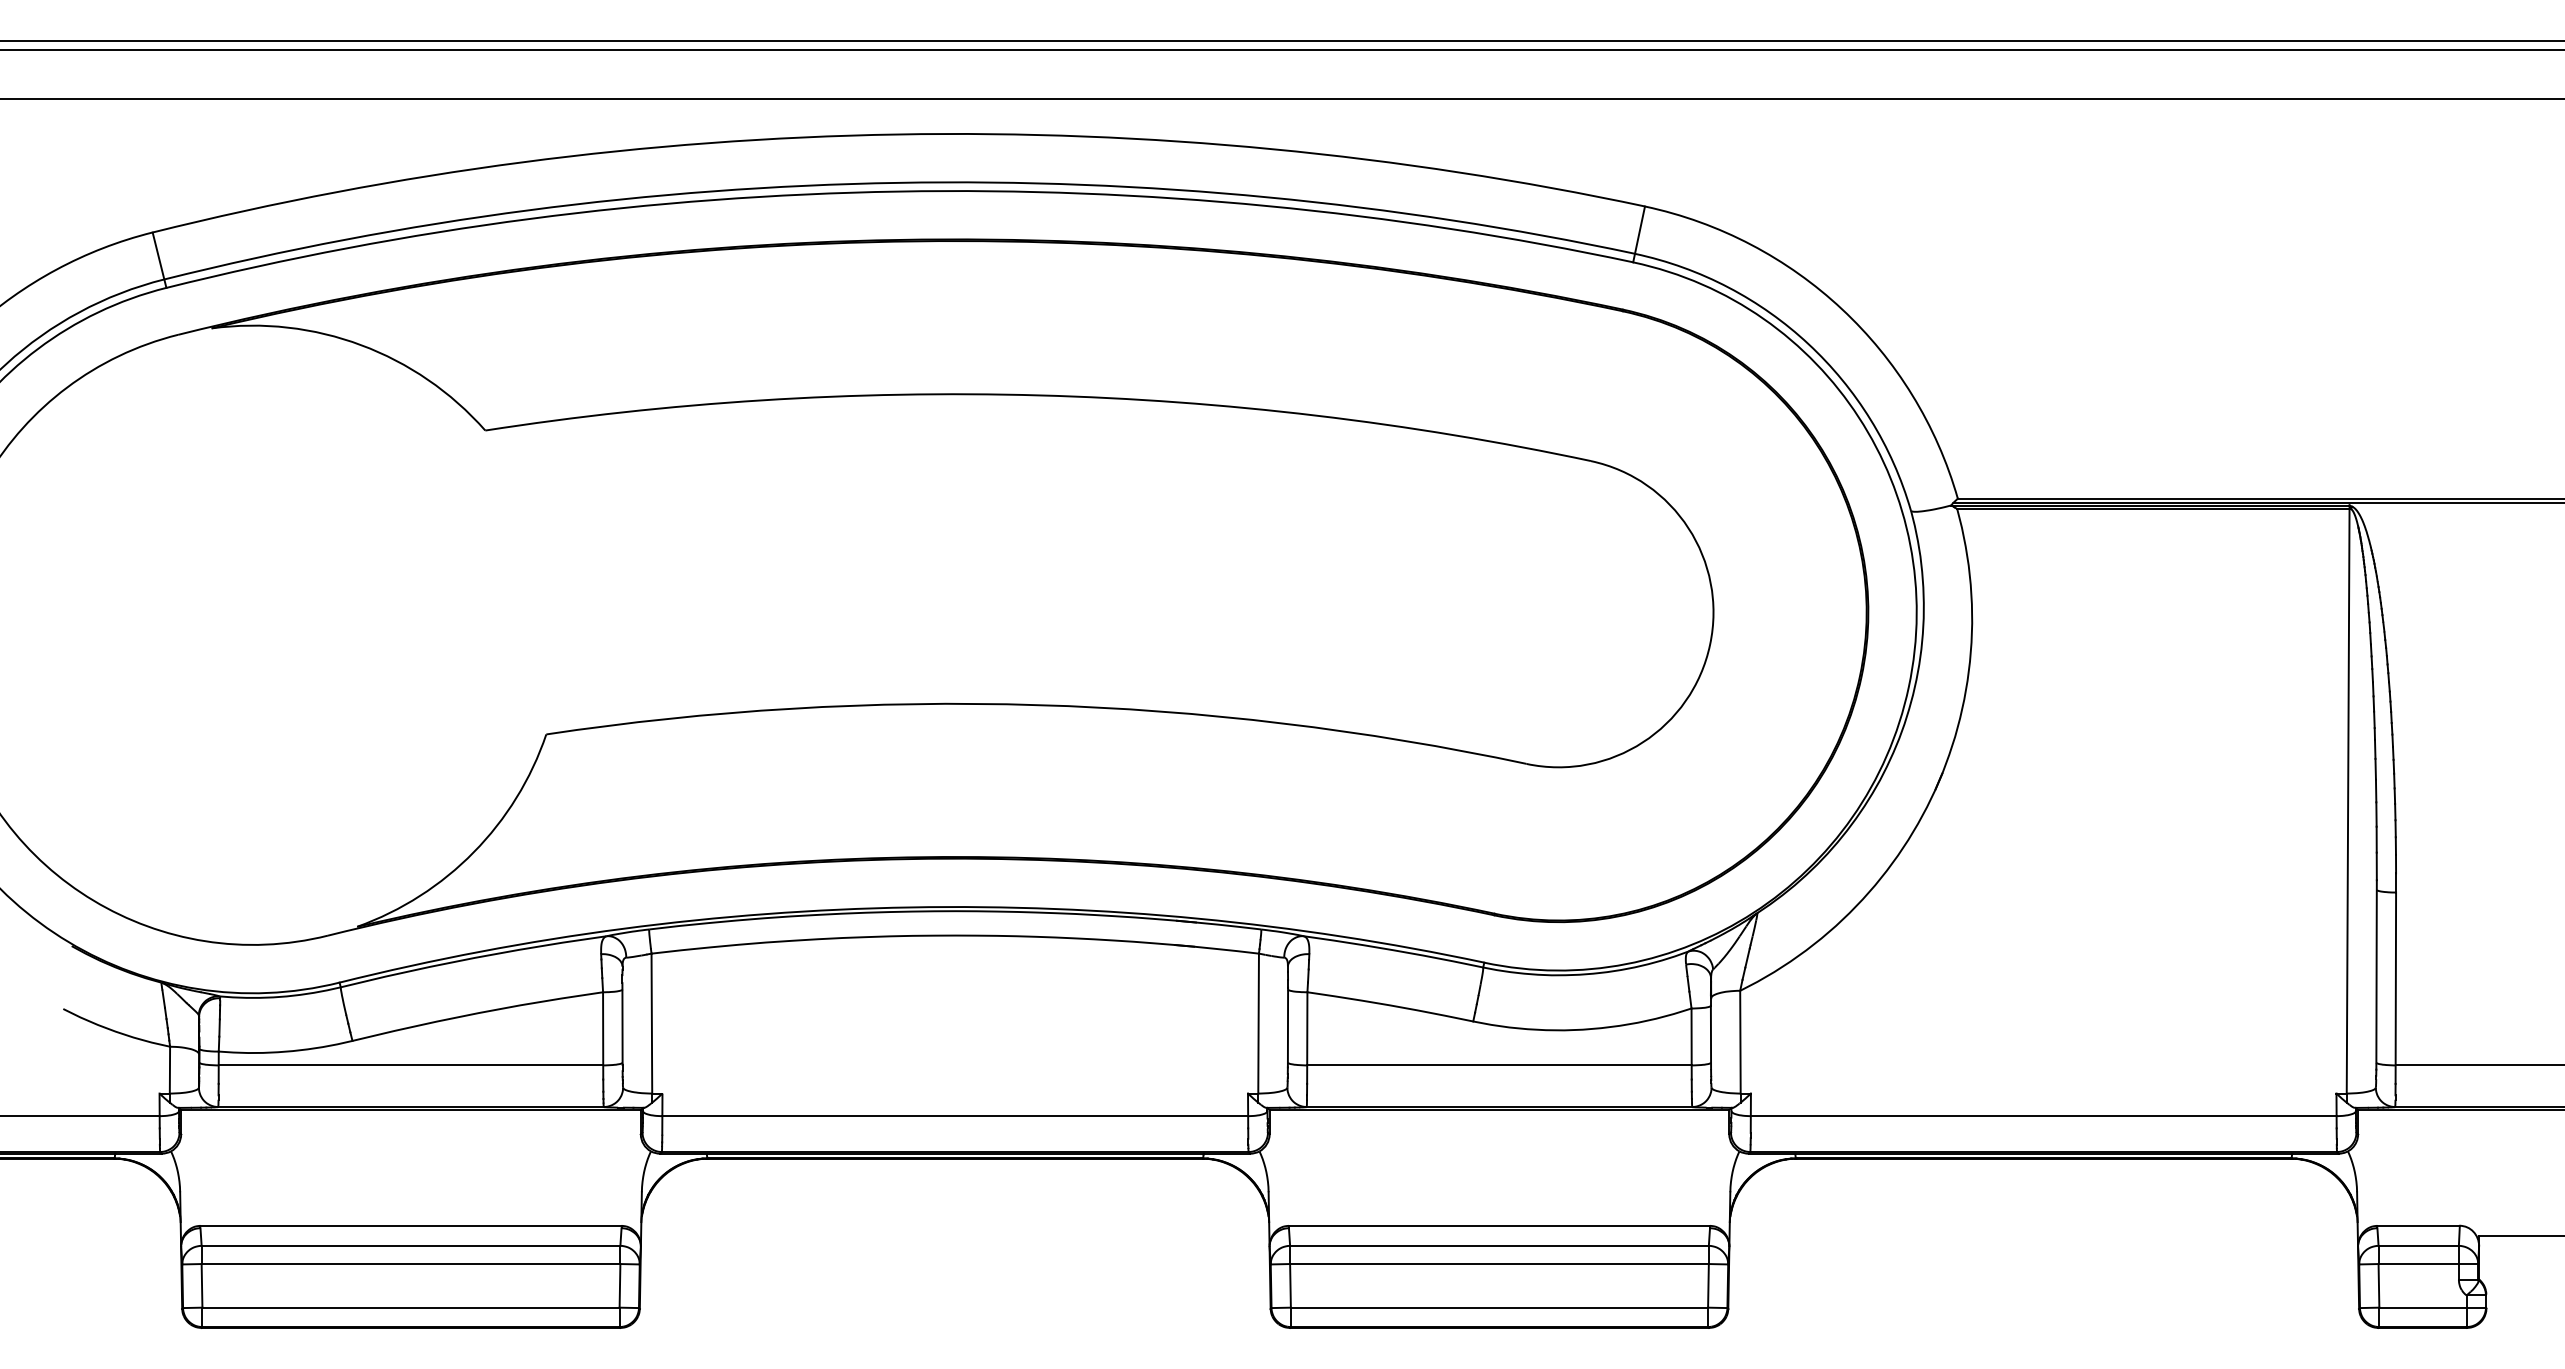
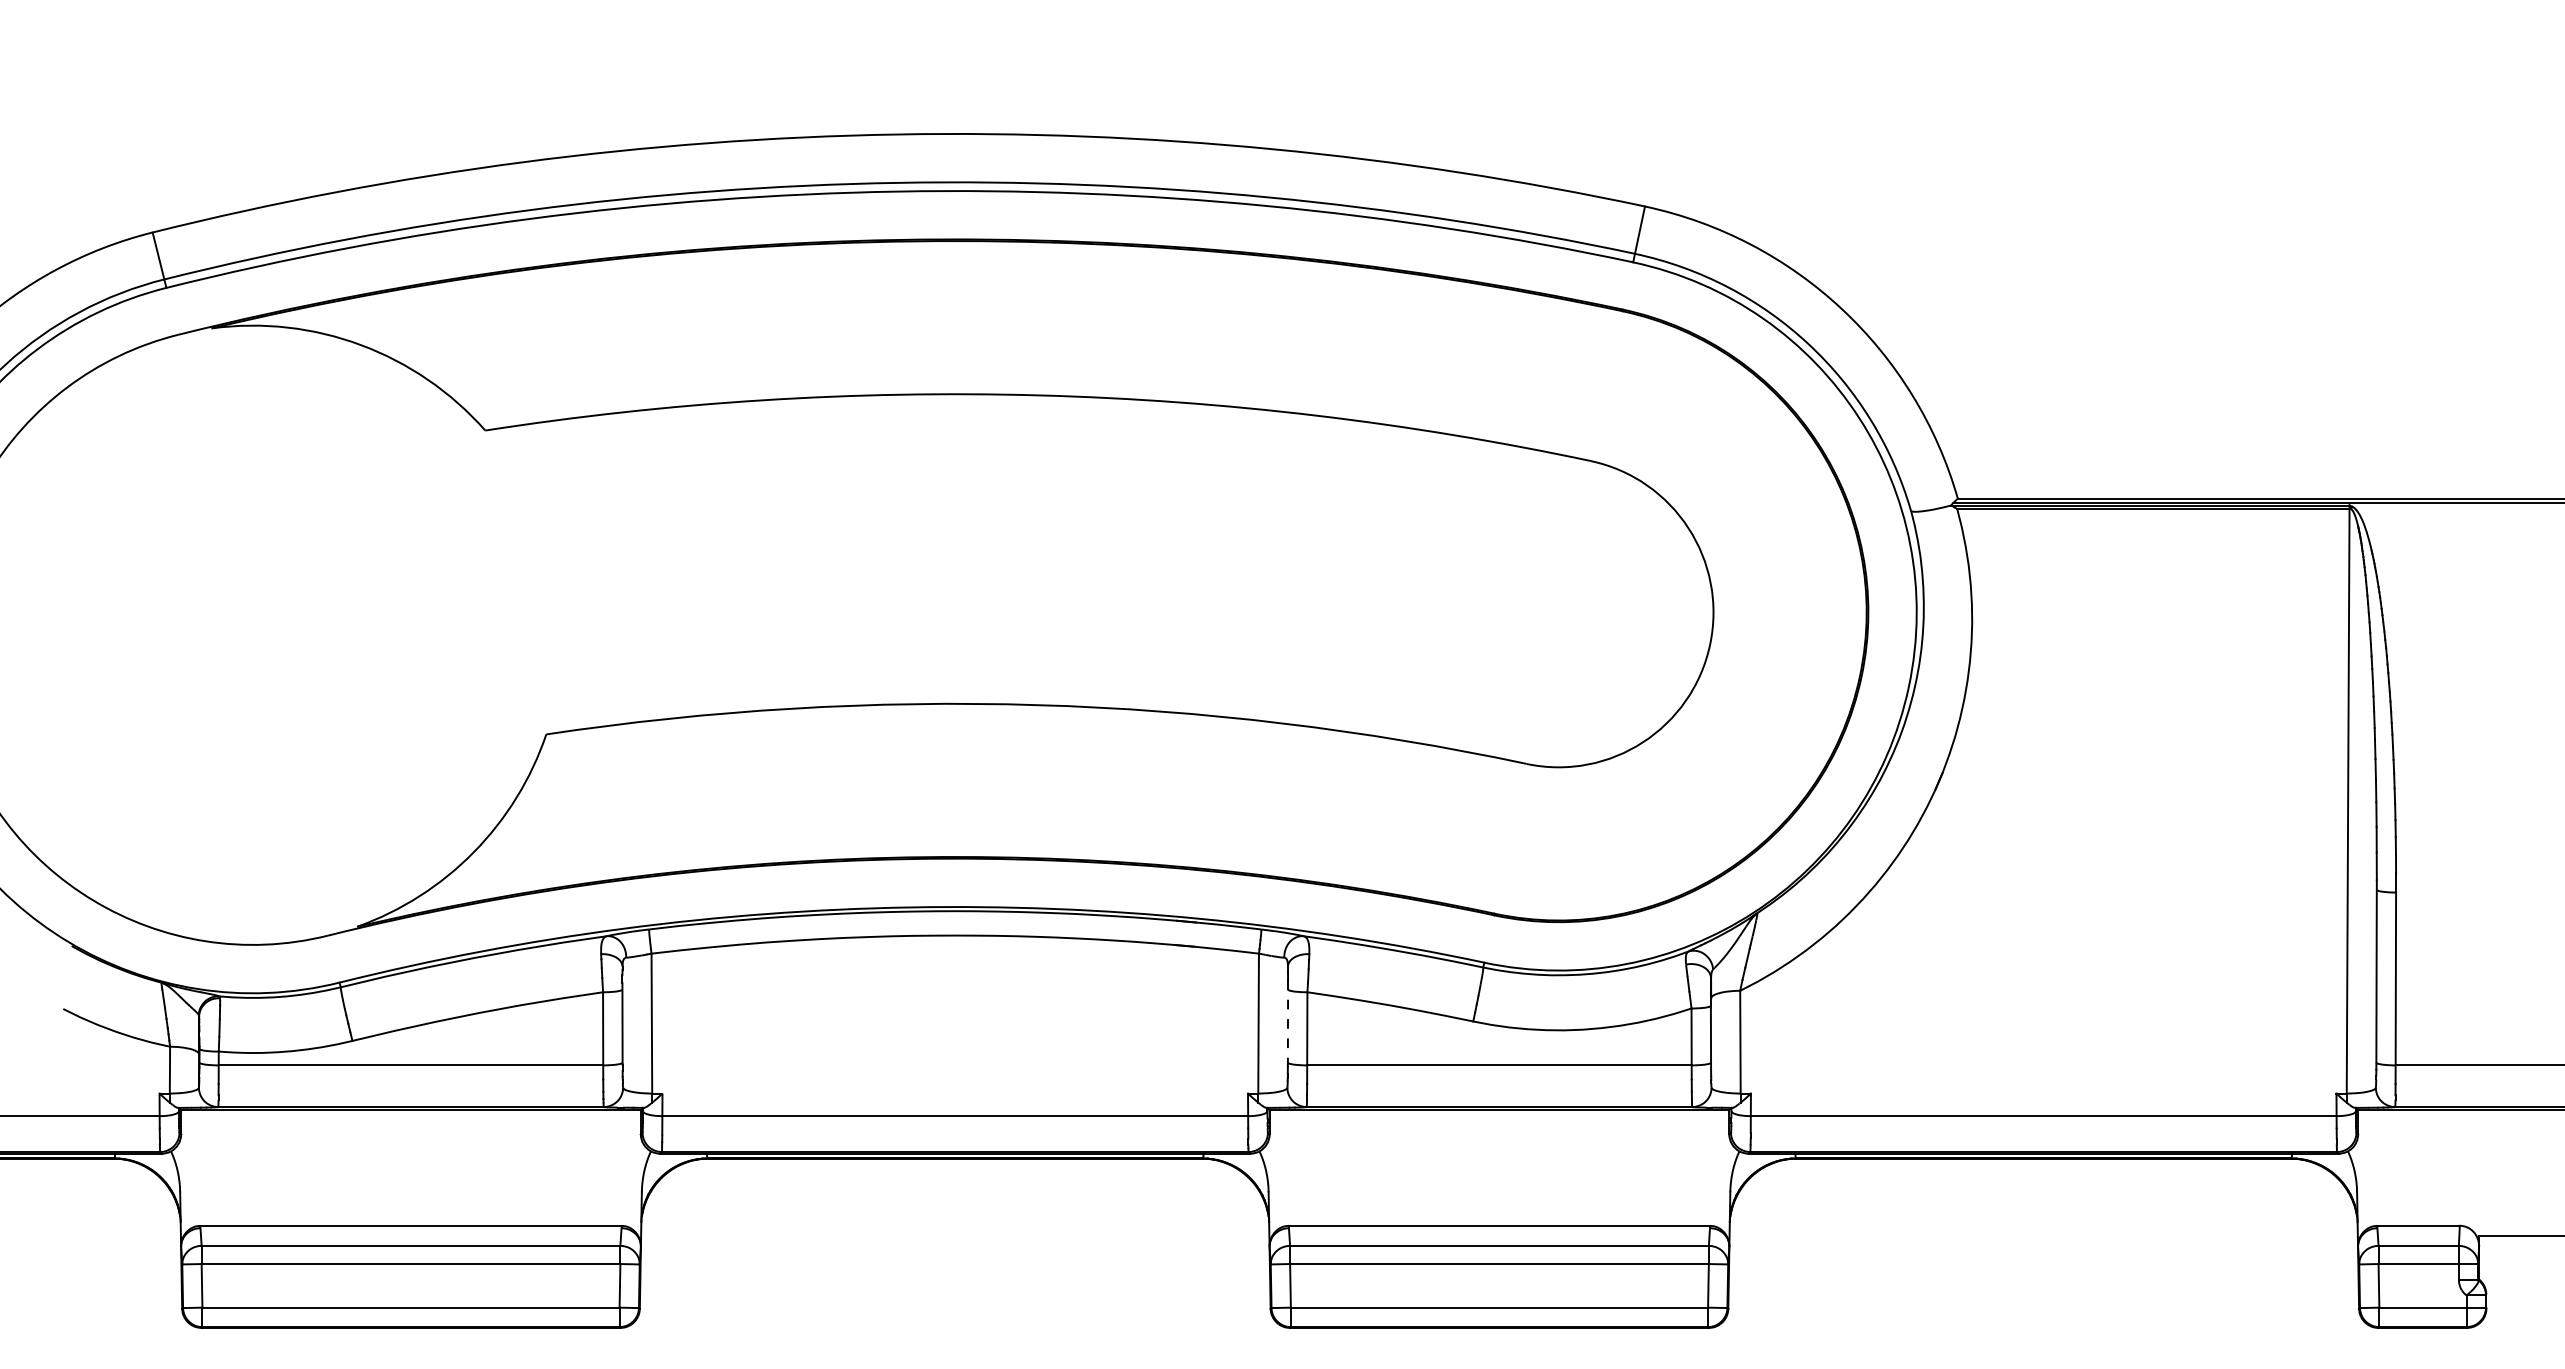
line at (1281, 41): present -> none
line at (1281, 50): present -> none
line at (1281, 98): present -> none
line at (1287, 1027): solid -> dashed
